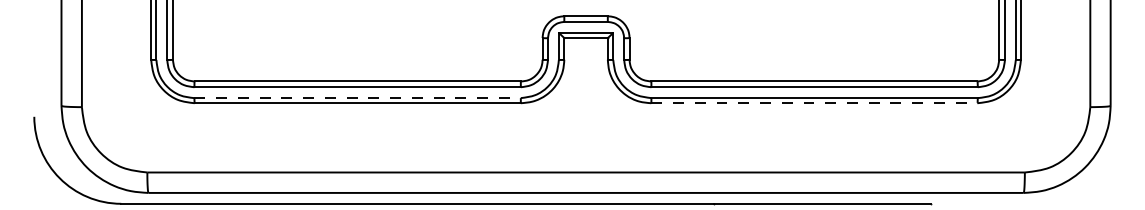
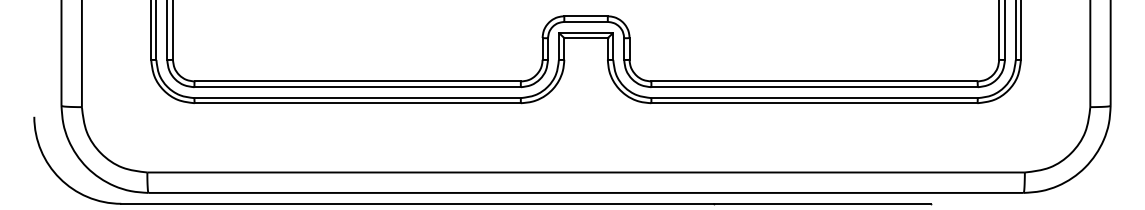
line at (358, 98): dashed -> solid
line at (814, 103): dashed -> solid
